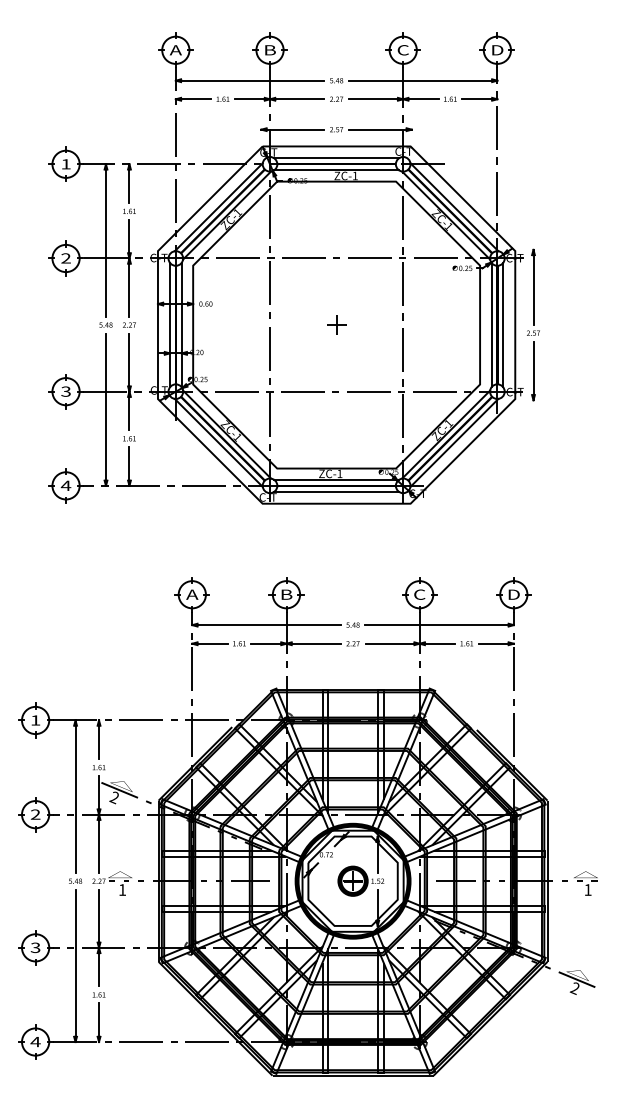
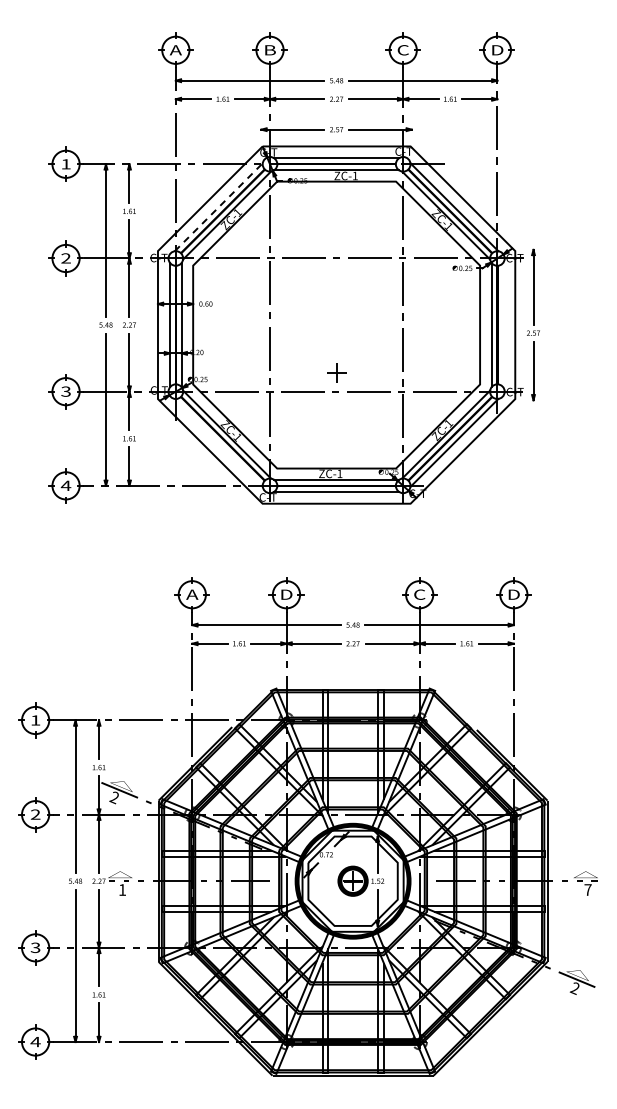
line at (219, 206): solid -> dashed
part at (336, 324) position: (336, 324) -> (336, 372)
line at (503, 324): present -> none
line at (218, 442): present -> none
text at (286, 594): B -> D
text at (587, 889): 1 -> 7
